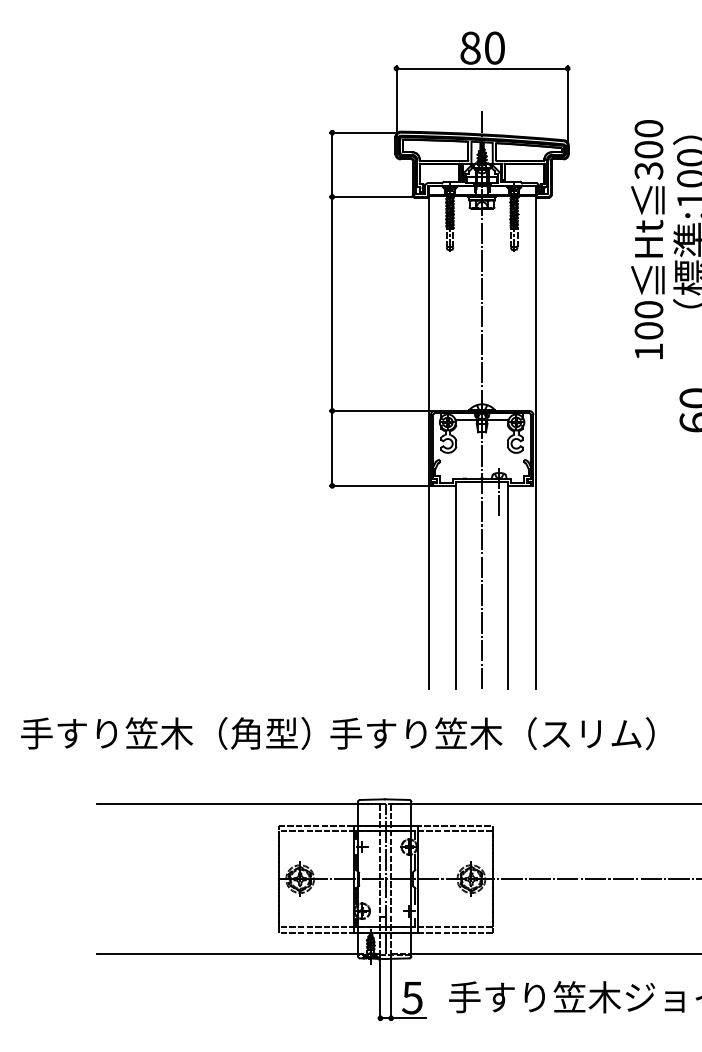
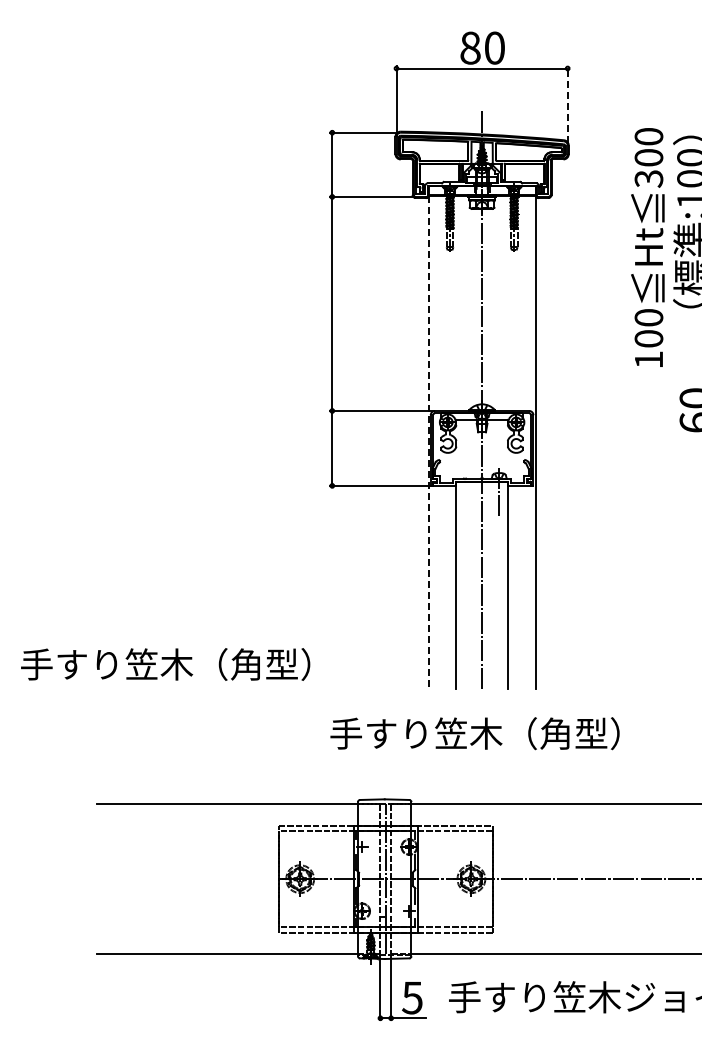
line at (567, 104): solid -> dashed
text at (647, 239) position: (647, 239) -> (647, 247)
line at (428, 442): solid -> dashed
text at (165, 733) position: (165, 733) -> (165, 664)
text at (597, 733): 手すり笠木（スリム） -> 手すり笠木（角型）
